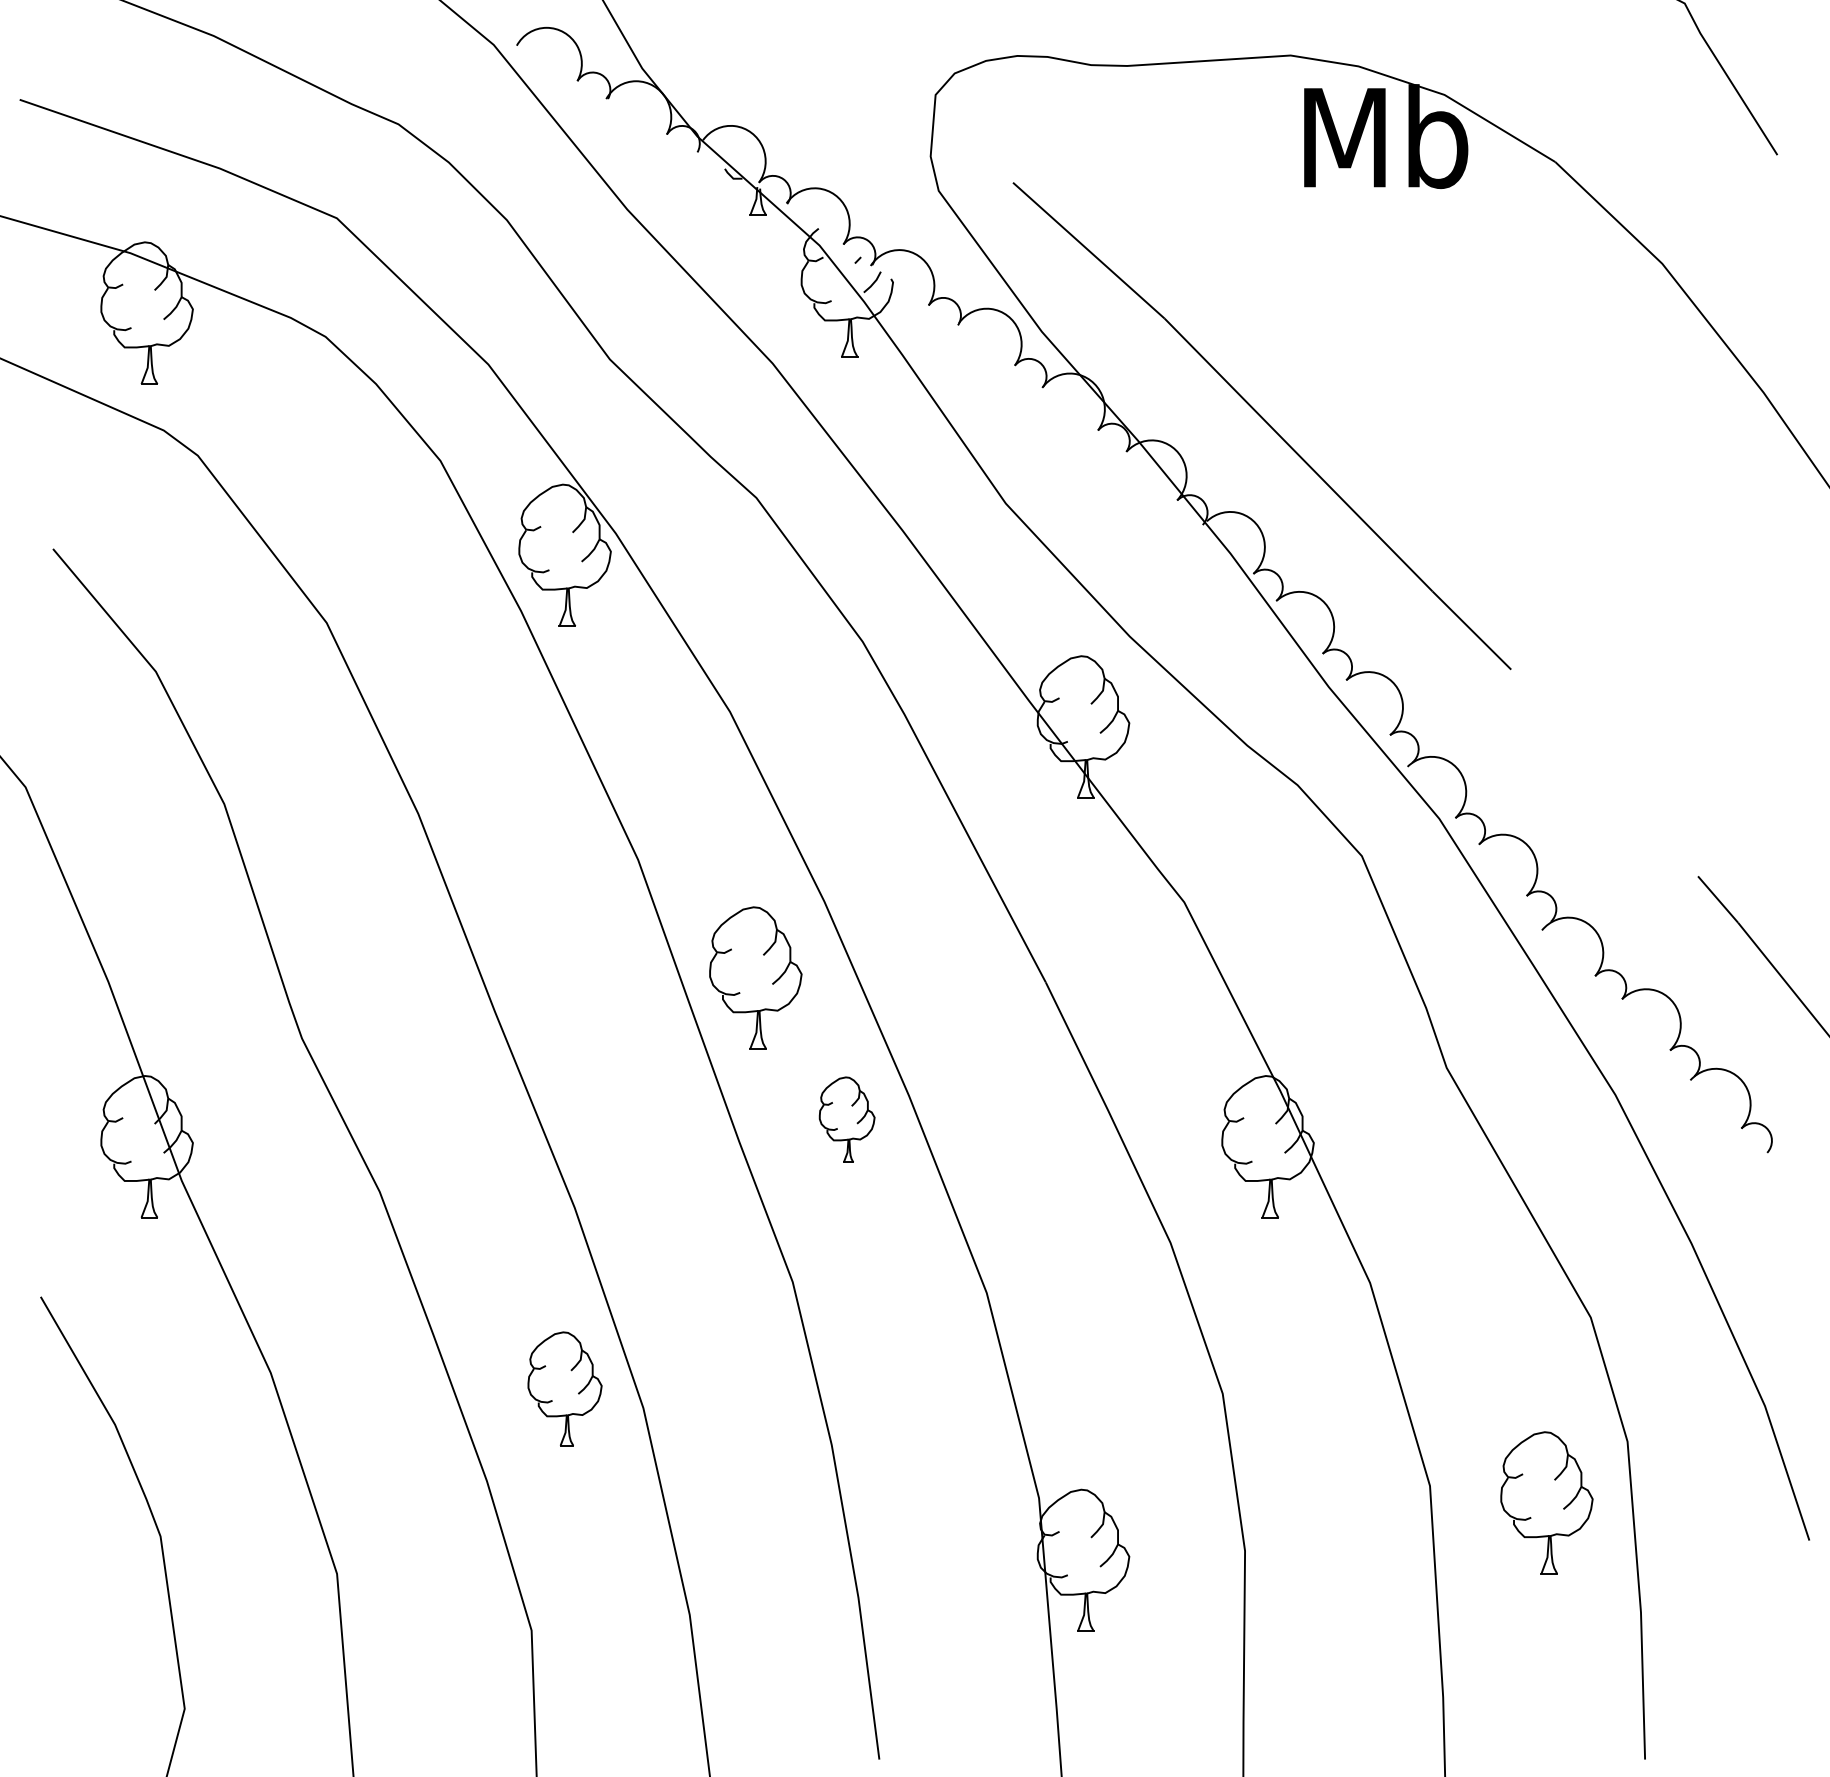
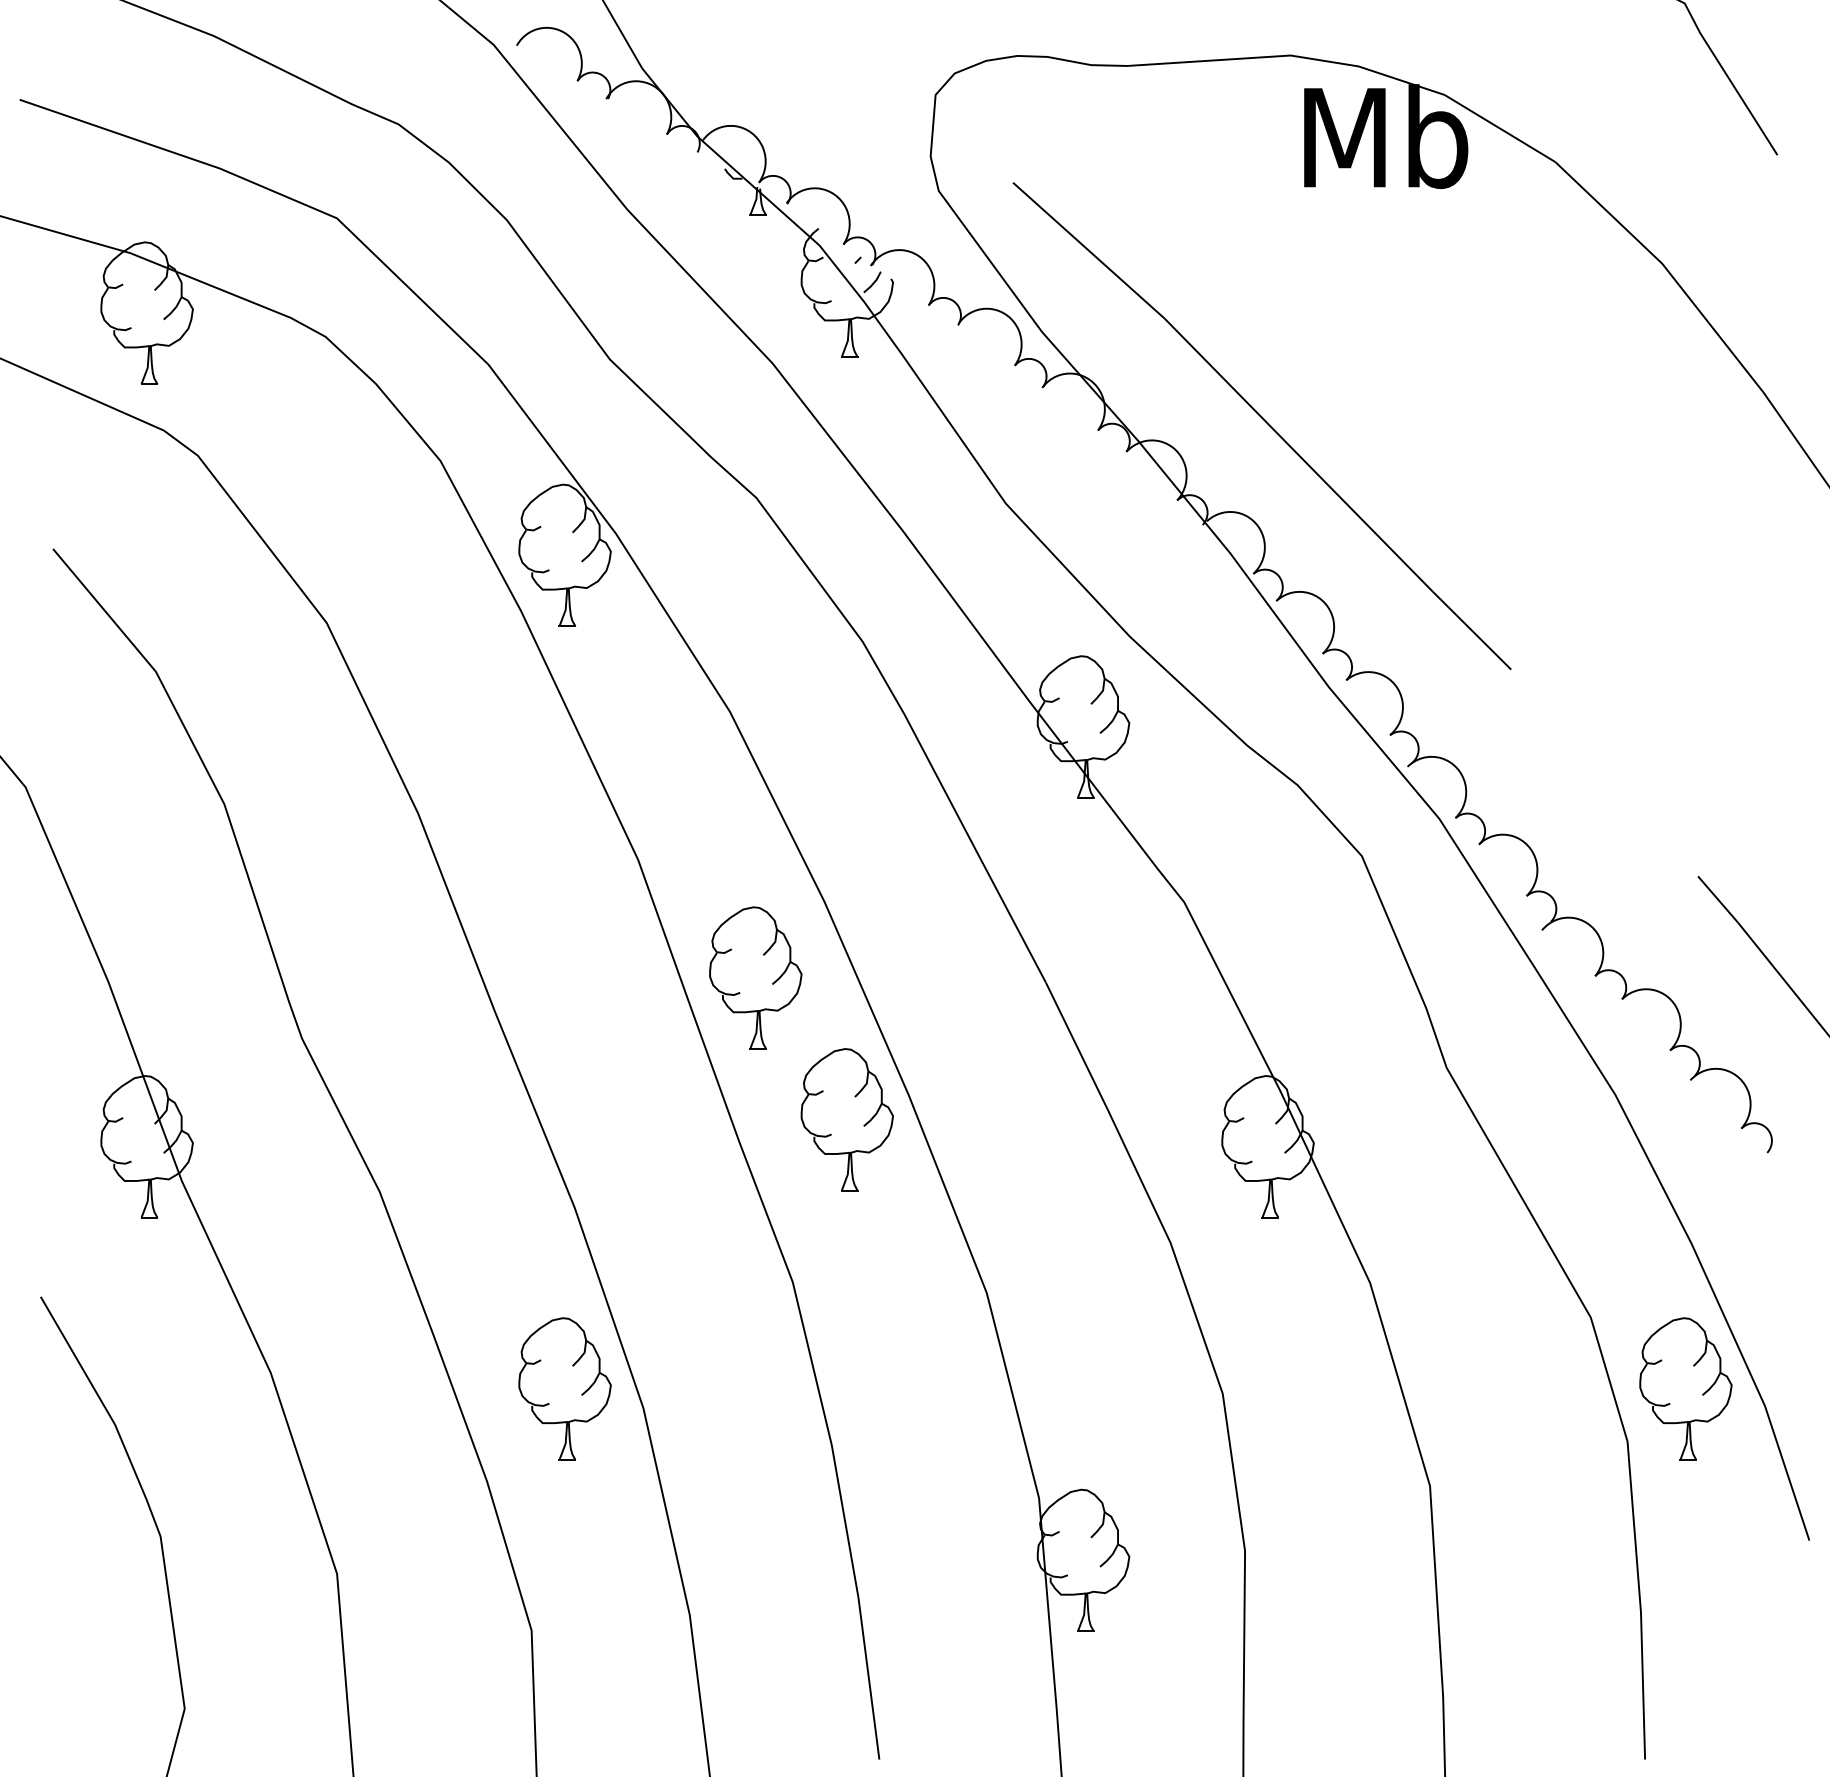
part at (846, 1119) size: 58x87 px -> 94x144 px
part at (564, 1388) size: 76x116 px -> 94x144 px
part at (1546, 1502) position: (1546, 1502) -> (1685, 1388)
